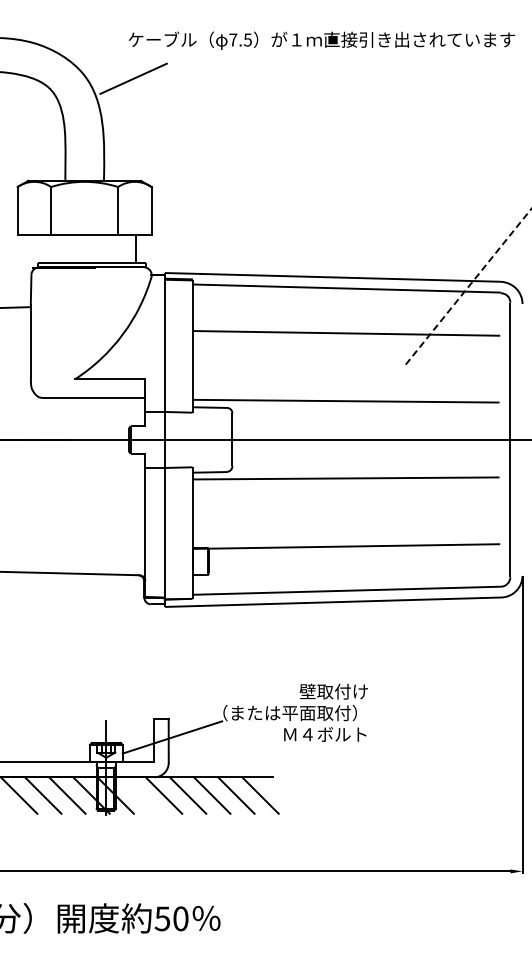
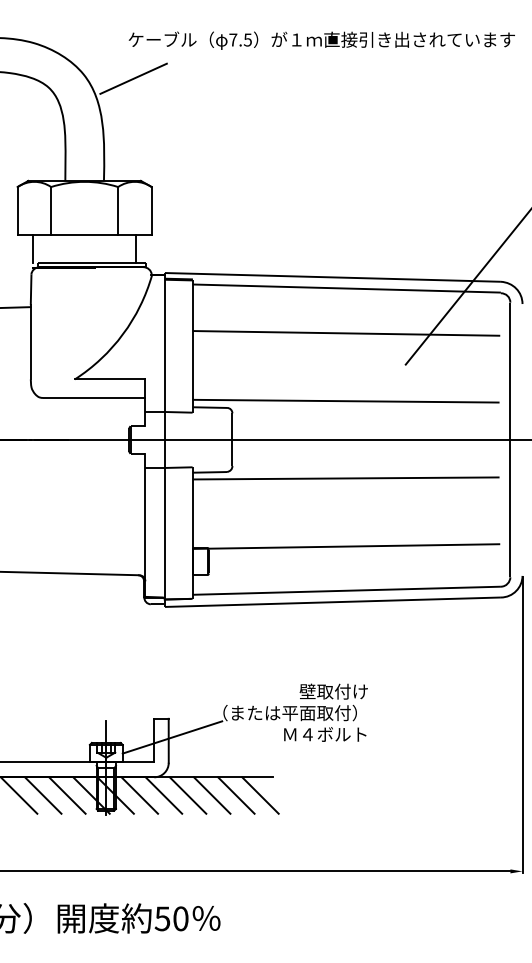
line at (32, 249): none -> present
line at (469, 286): dashed -> solid
line at (139, 795): none -> present
